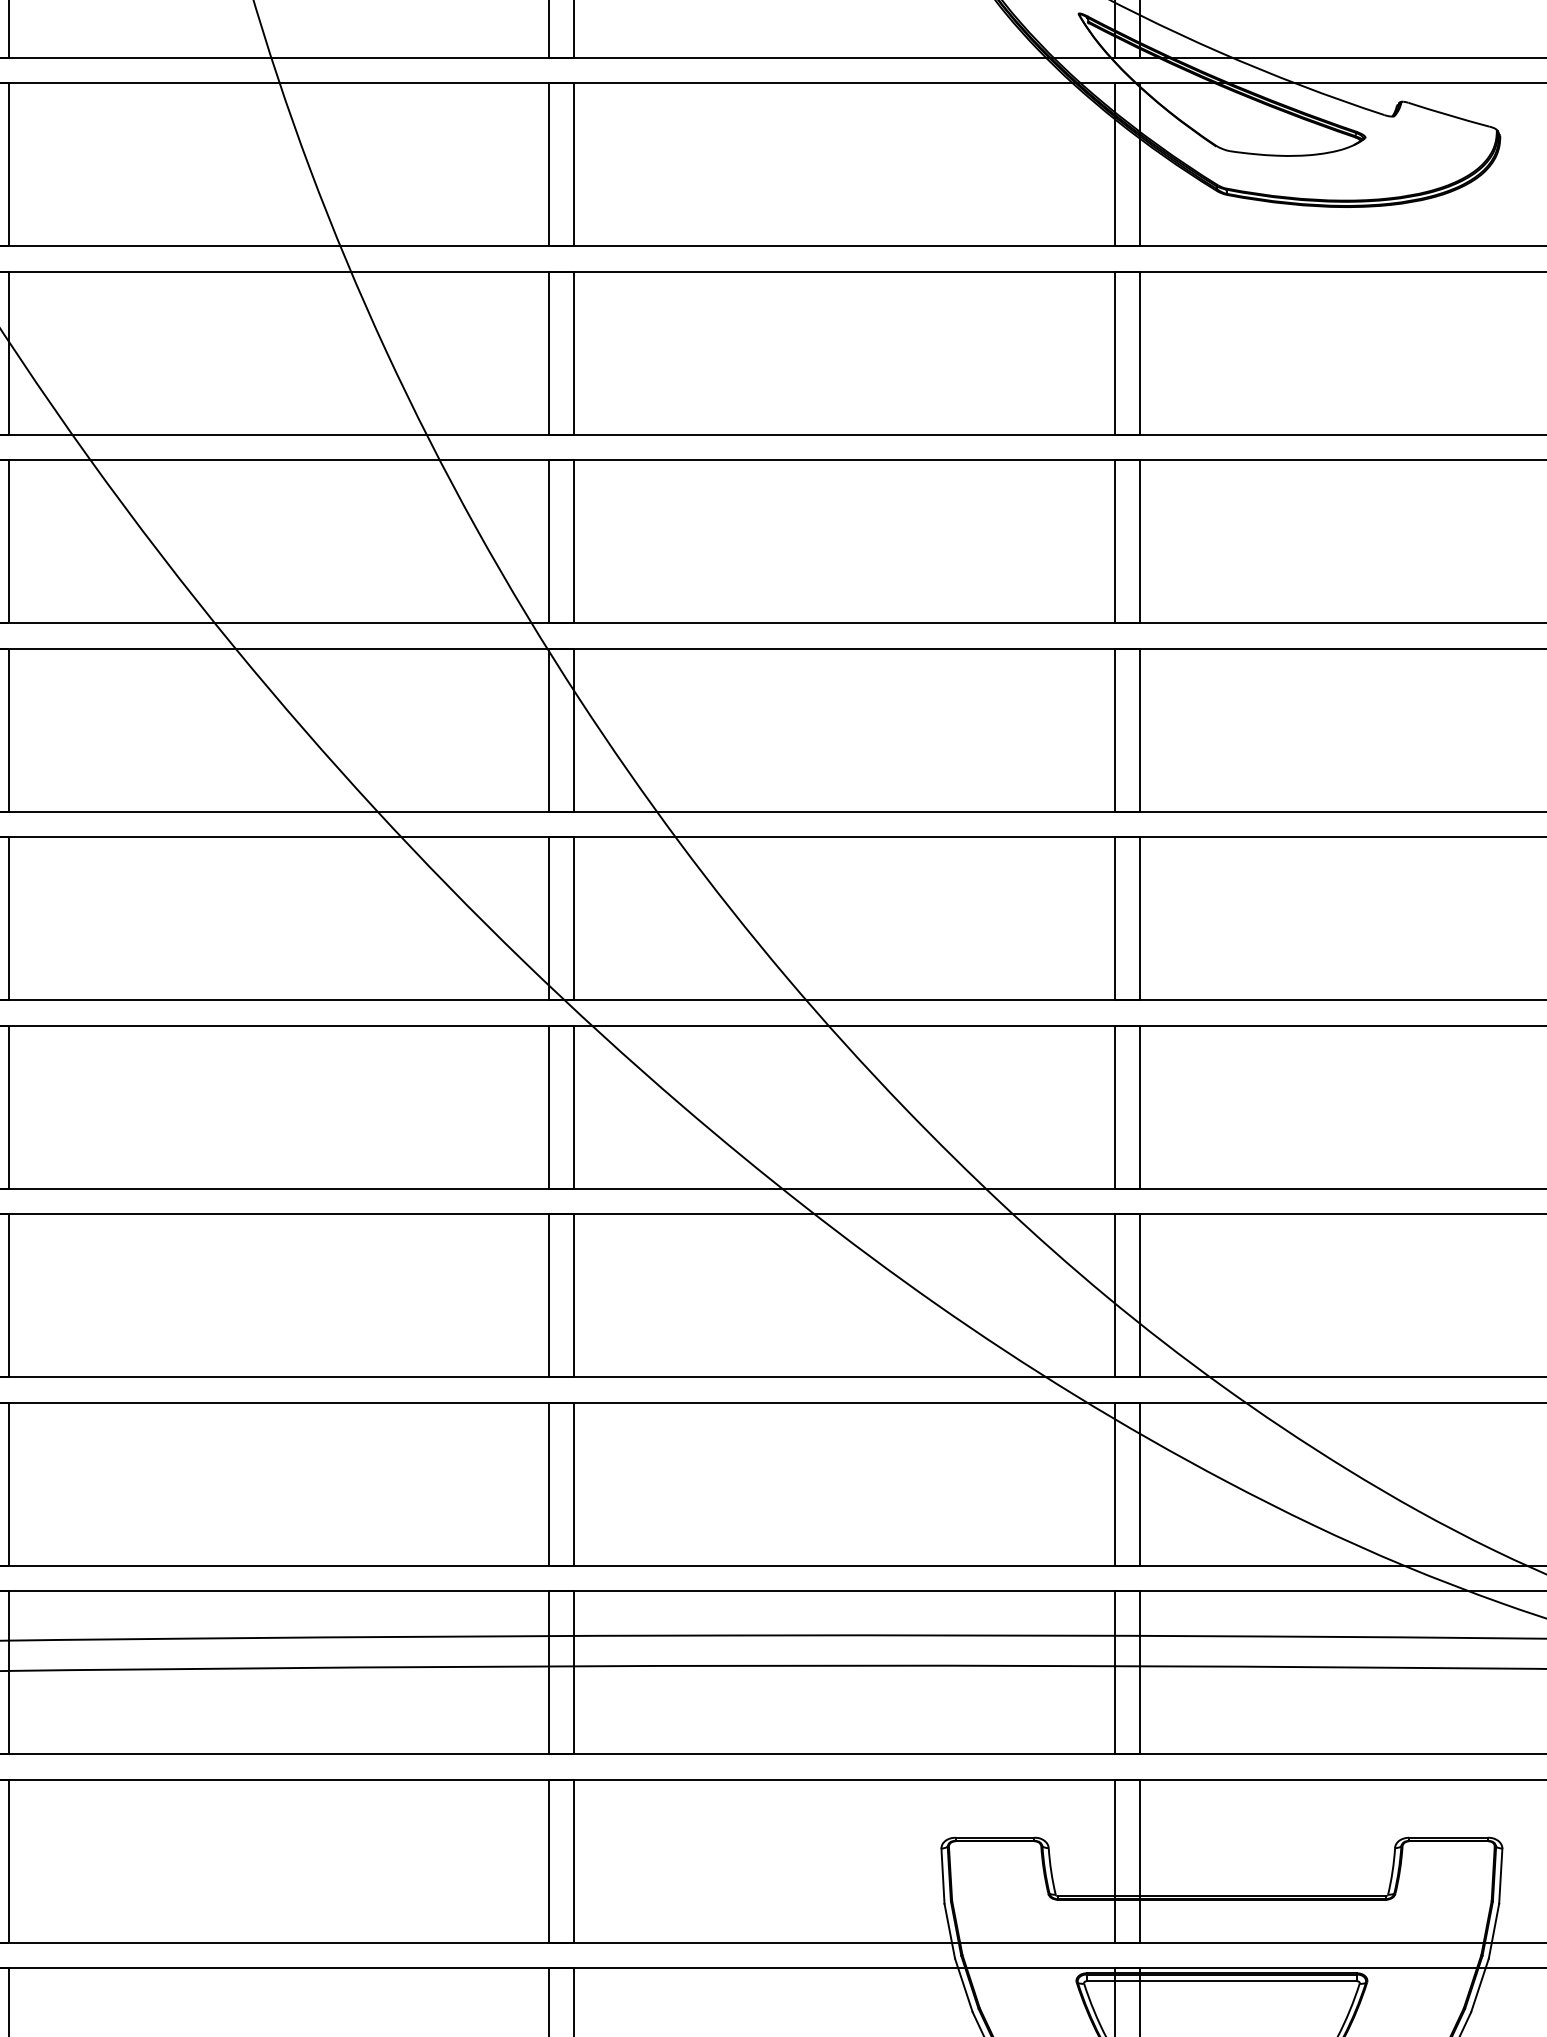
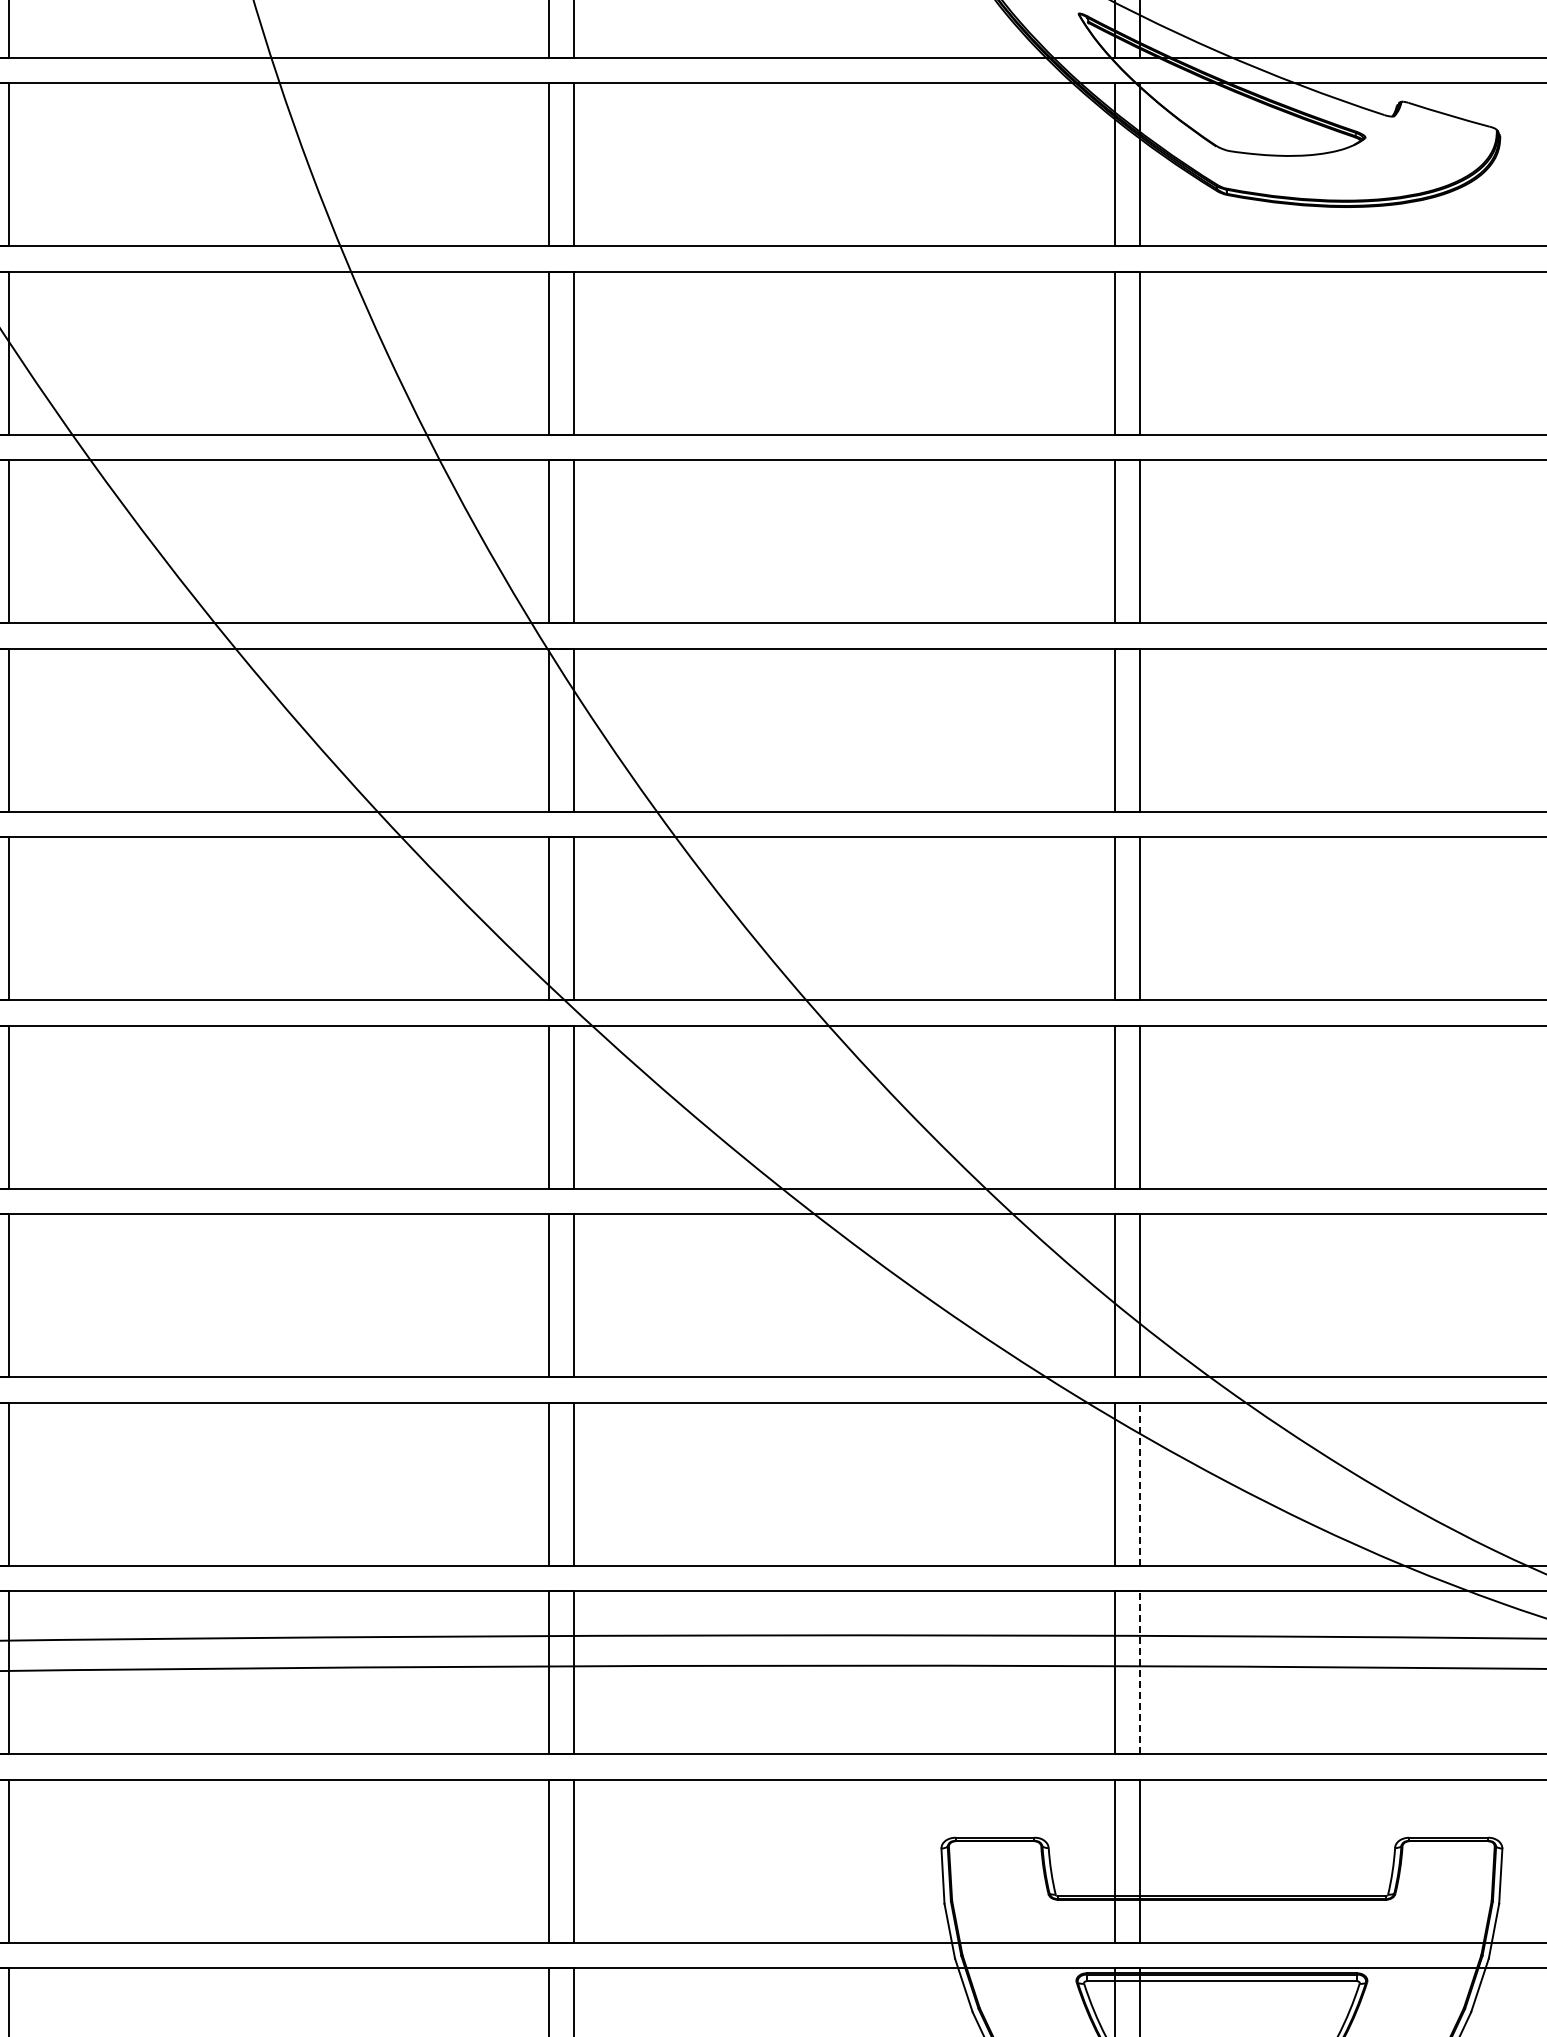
line at (1139, 1484): solid -> dashed
line at (1139, 1672): solid -> dashed
